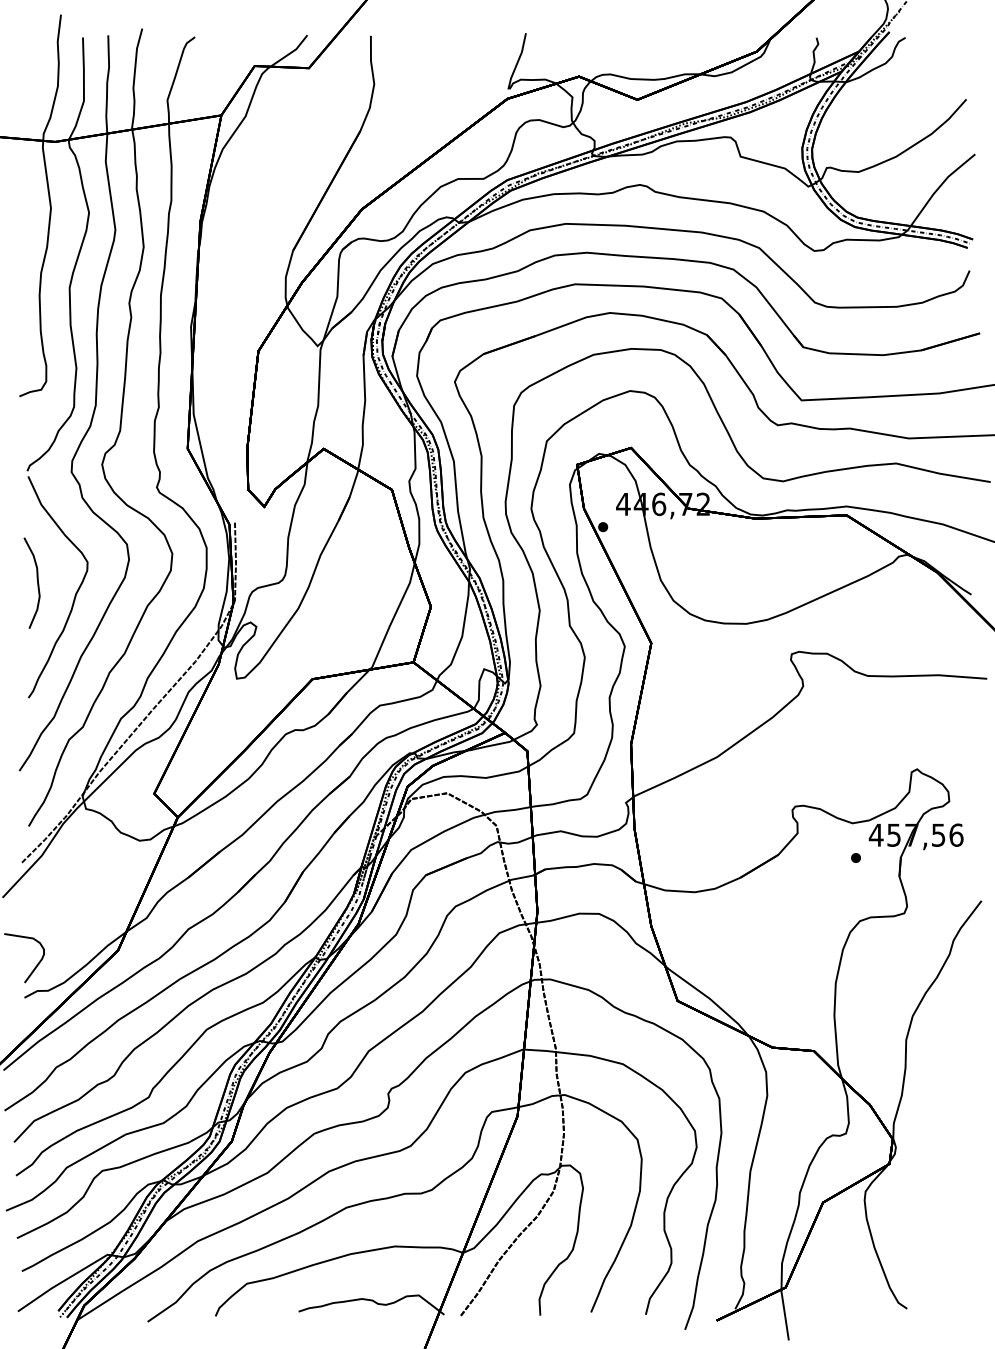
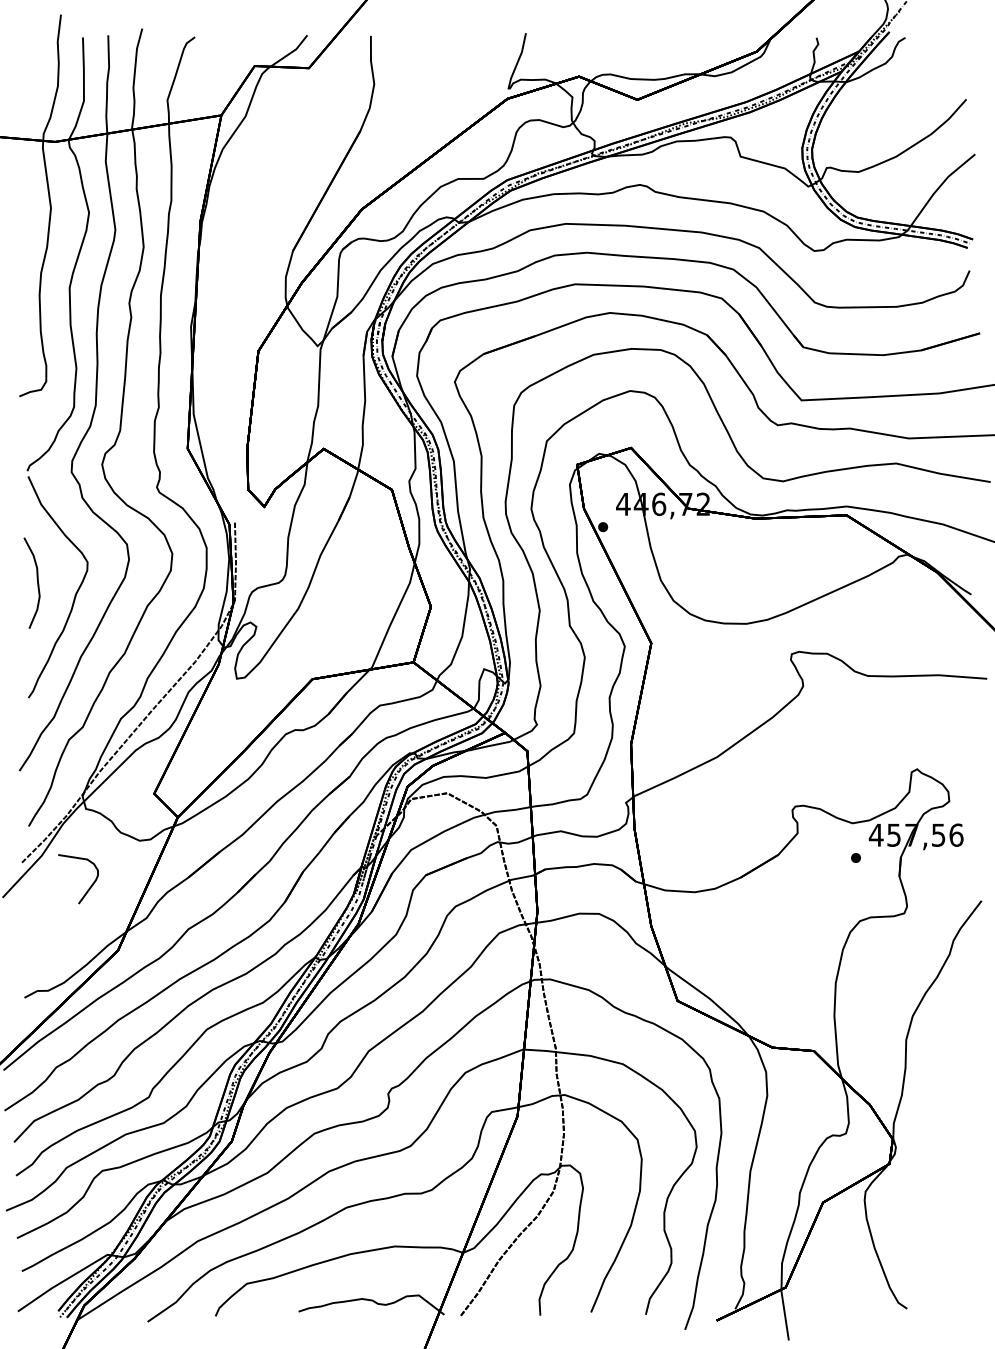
curve at (36, 964) position: (36, 964) -> (90, 885)
